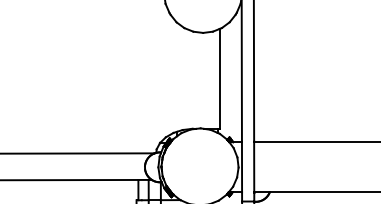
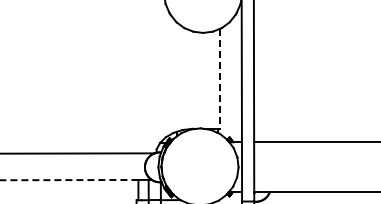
line at (219, 78): solid -> dashed
line at (69, 180): solid -> dashed
